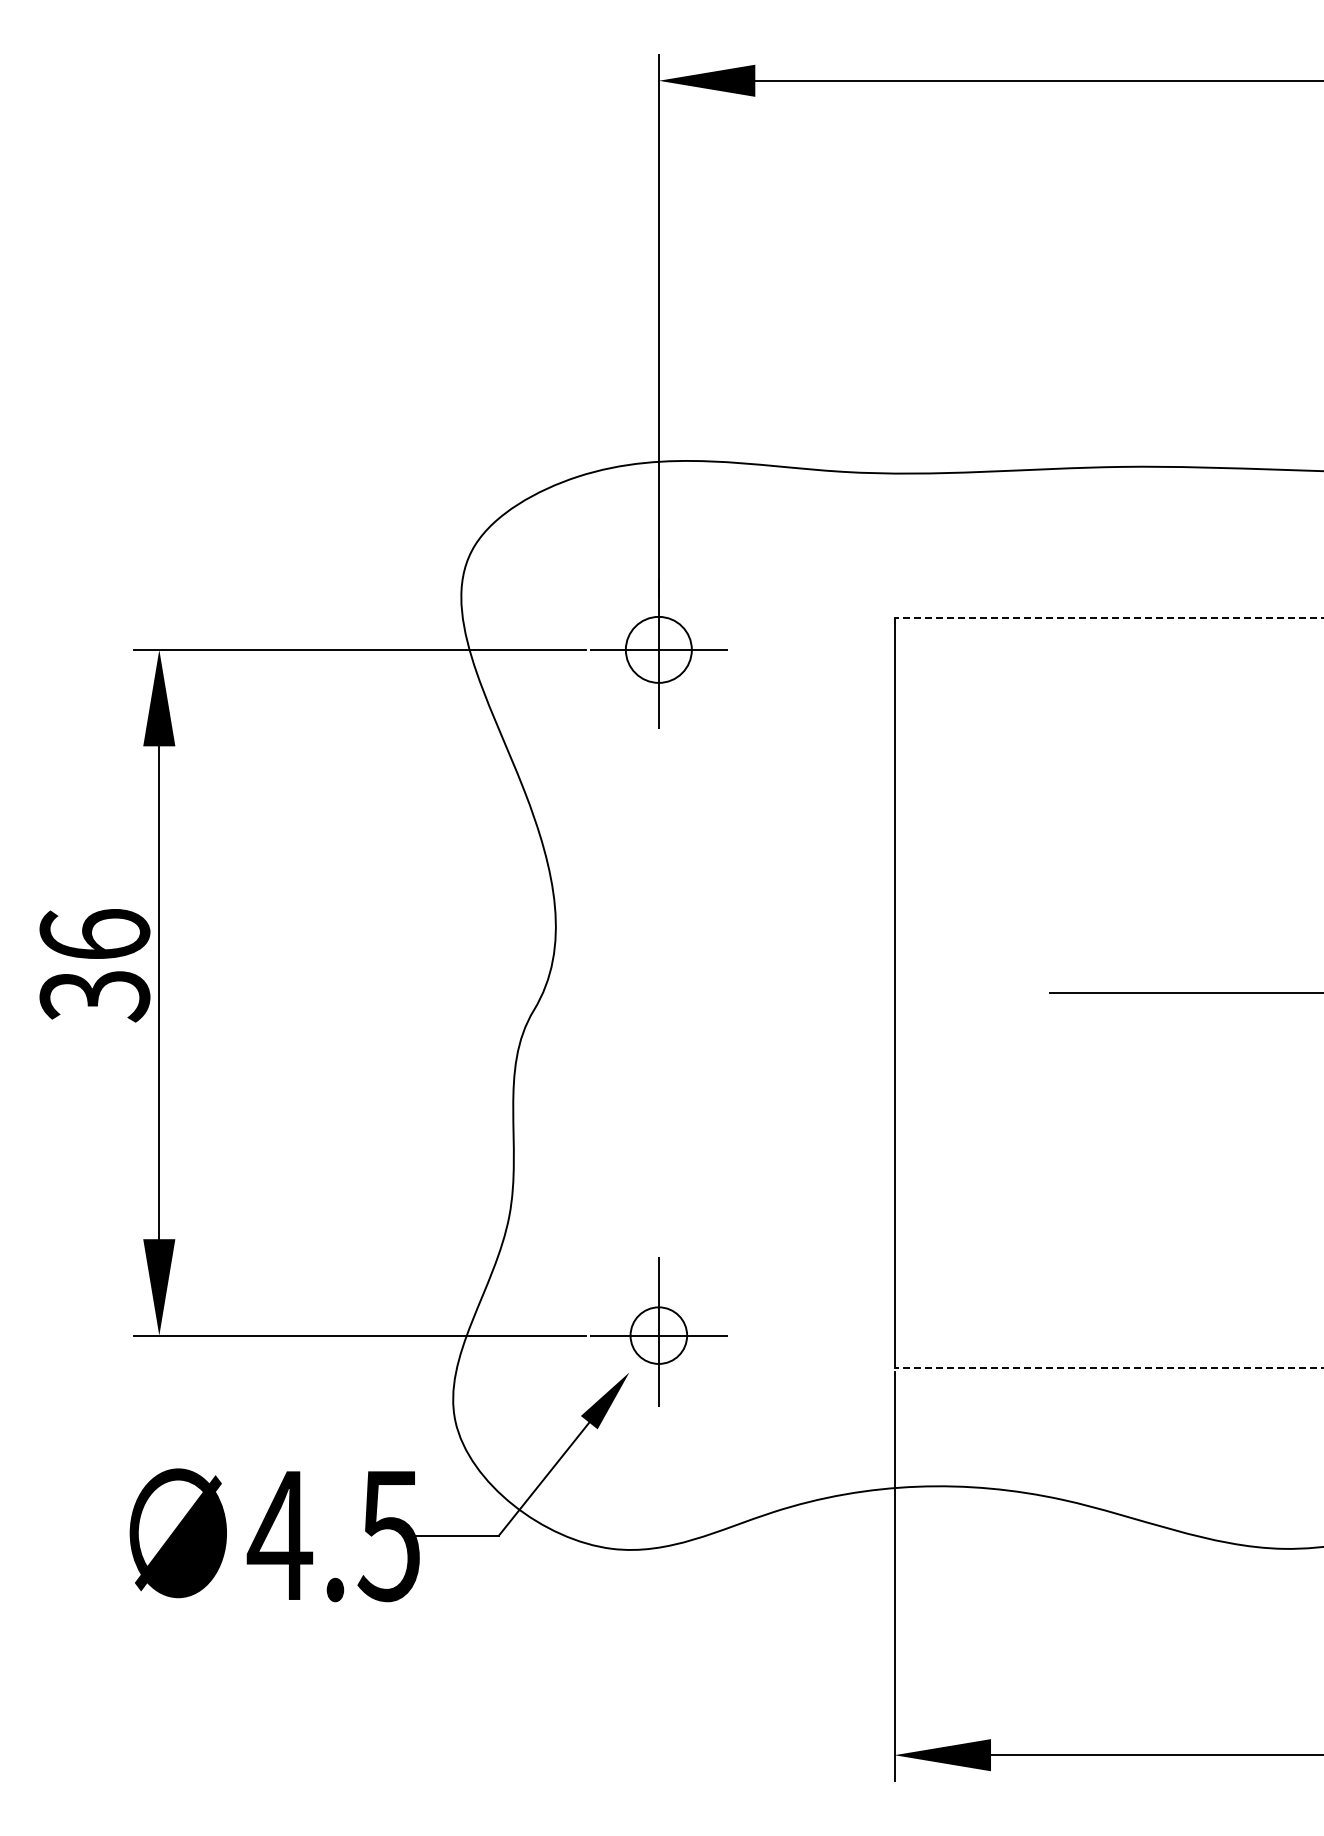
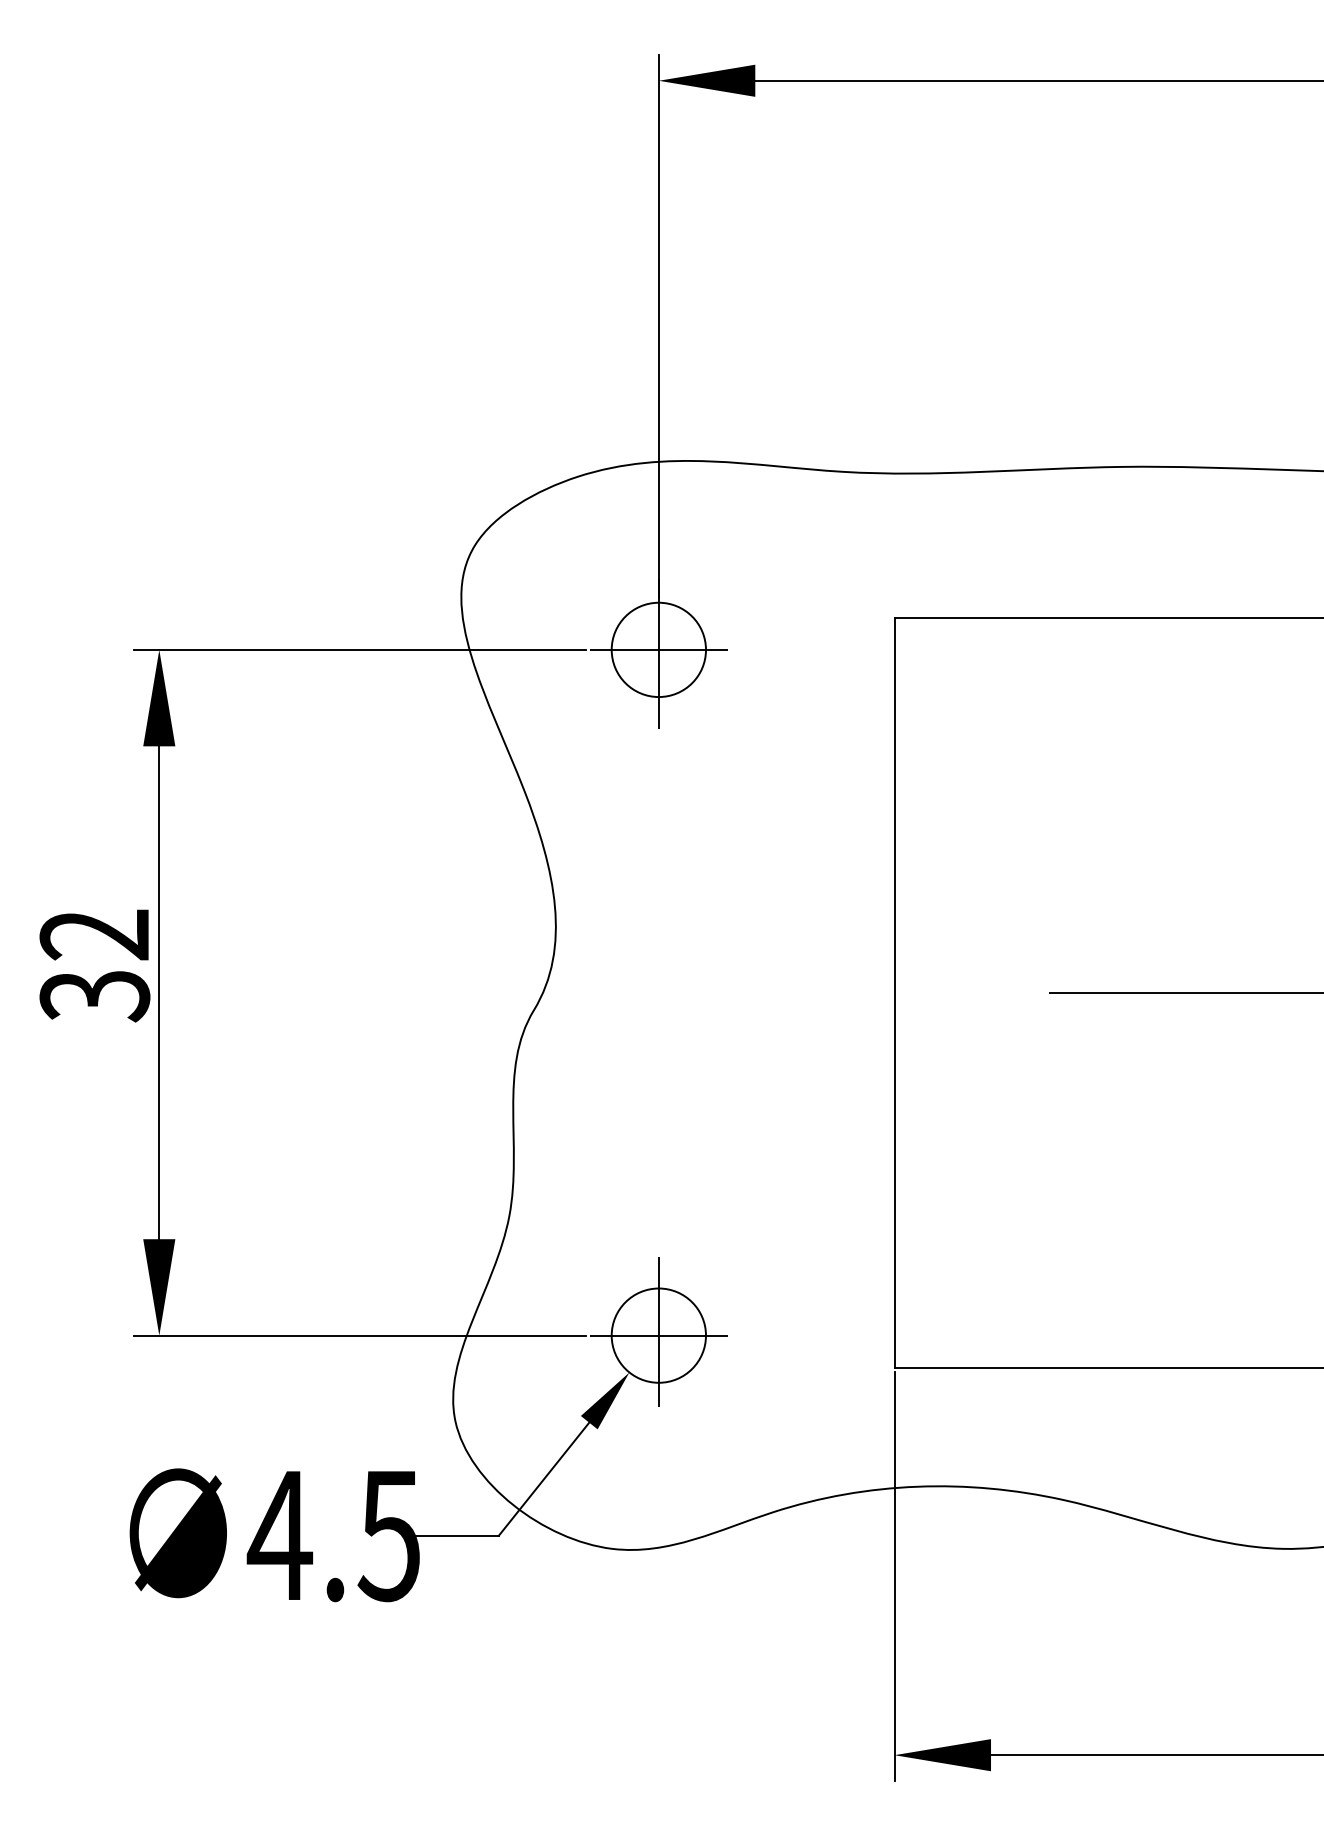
line at (1108, 617): dashed -> solid
circle at (658, 649) diameter: 66 px -> 94 px
text at (94, 934): 36 -> 32
circle at (658, 1335) diameter: 57 px -> 94 px
line at (1108, 1367): dashed -> solid
